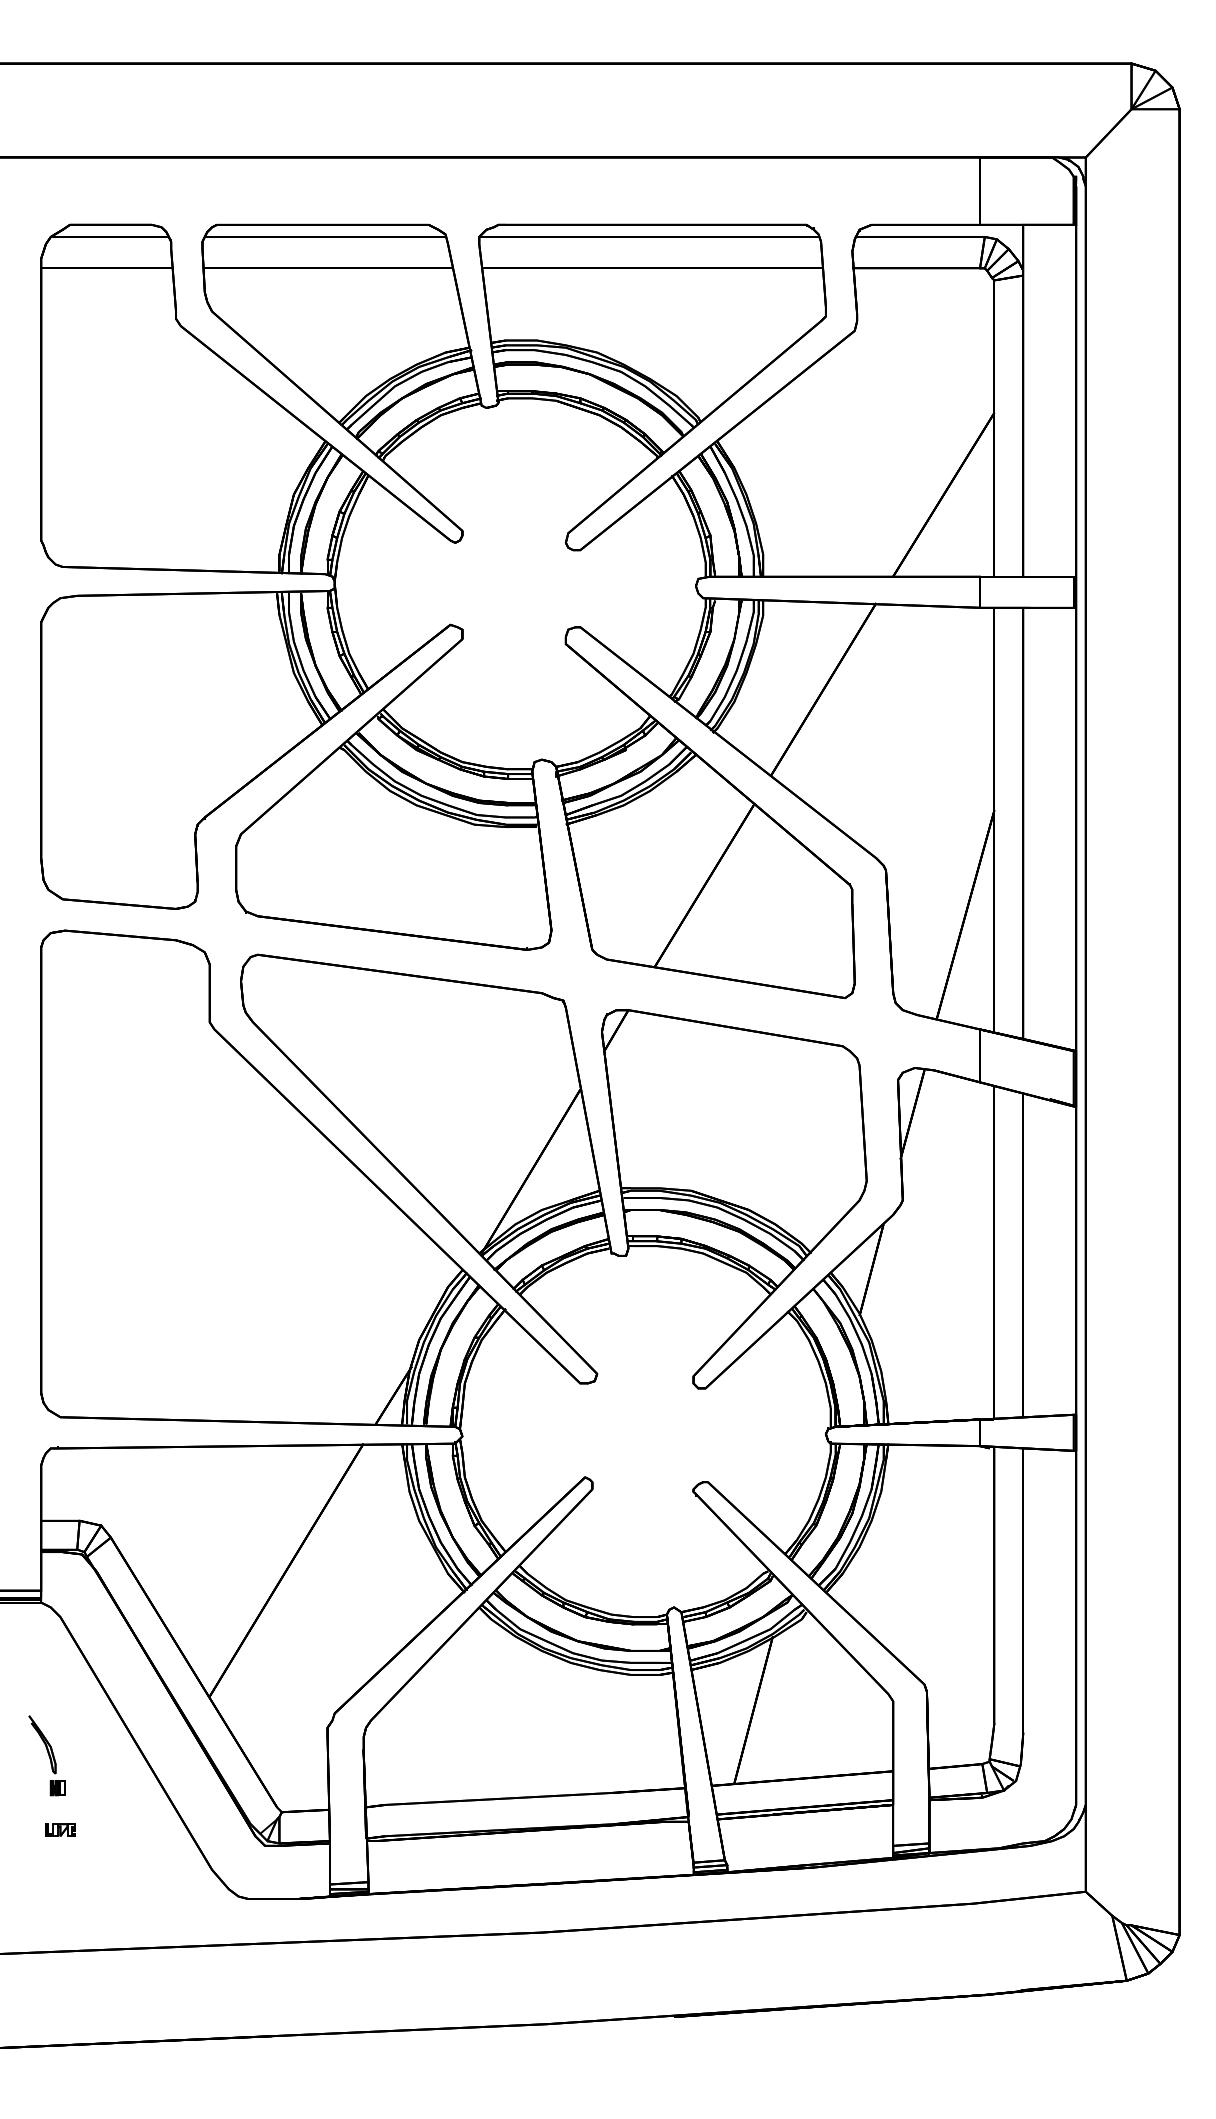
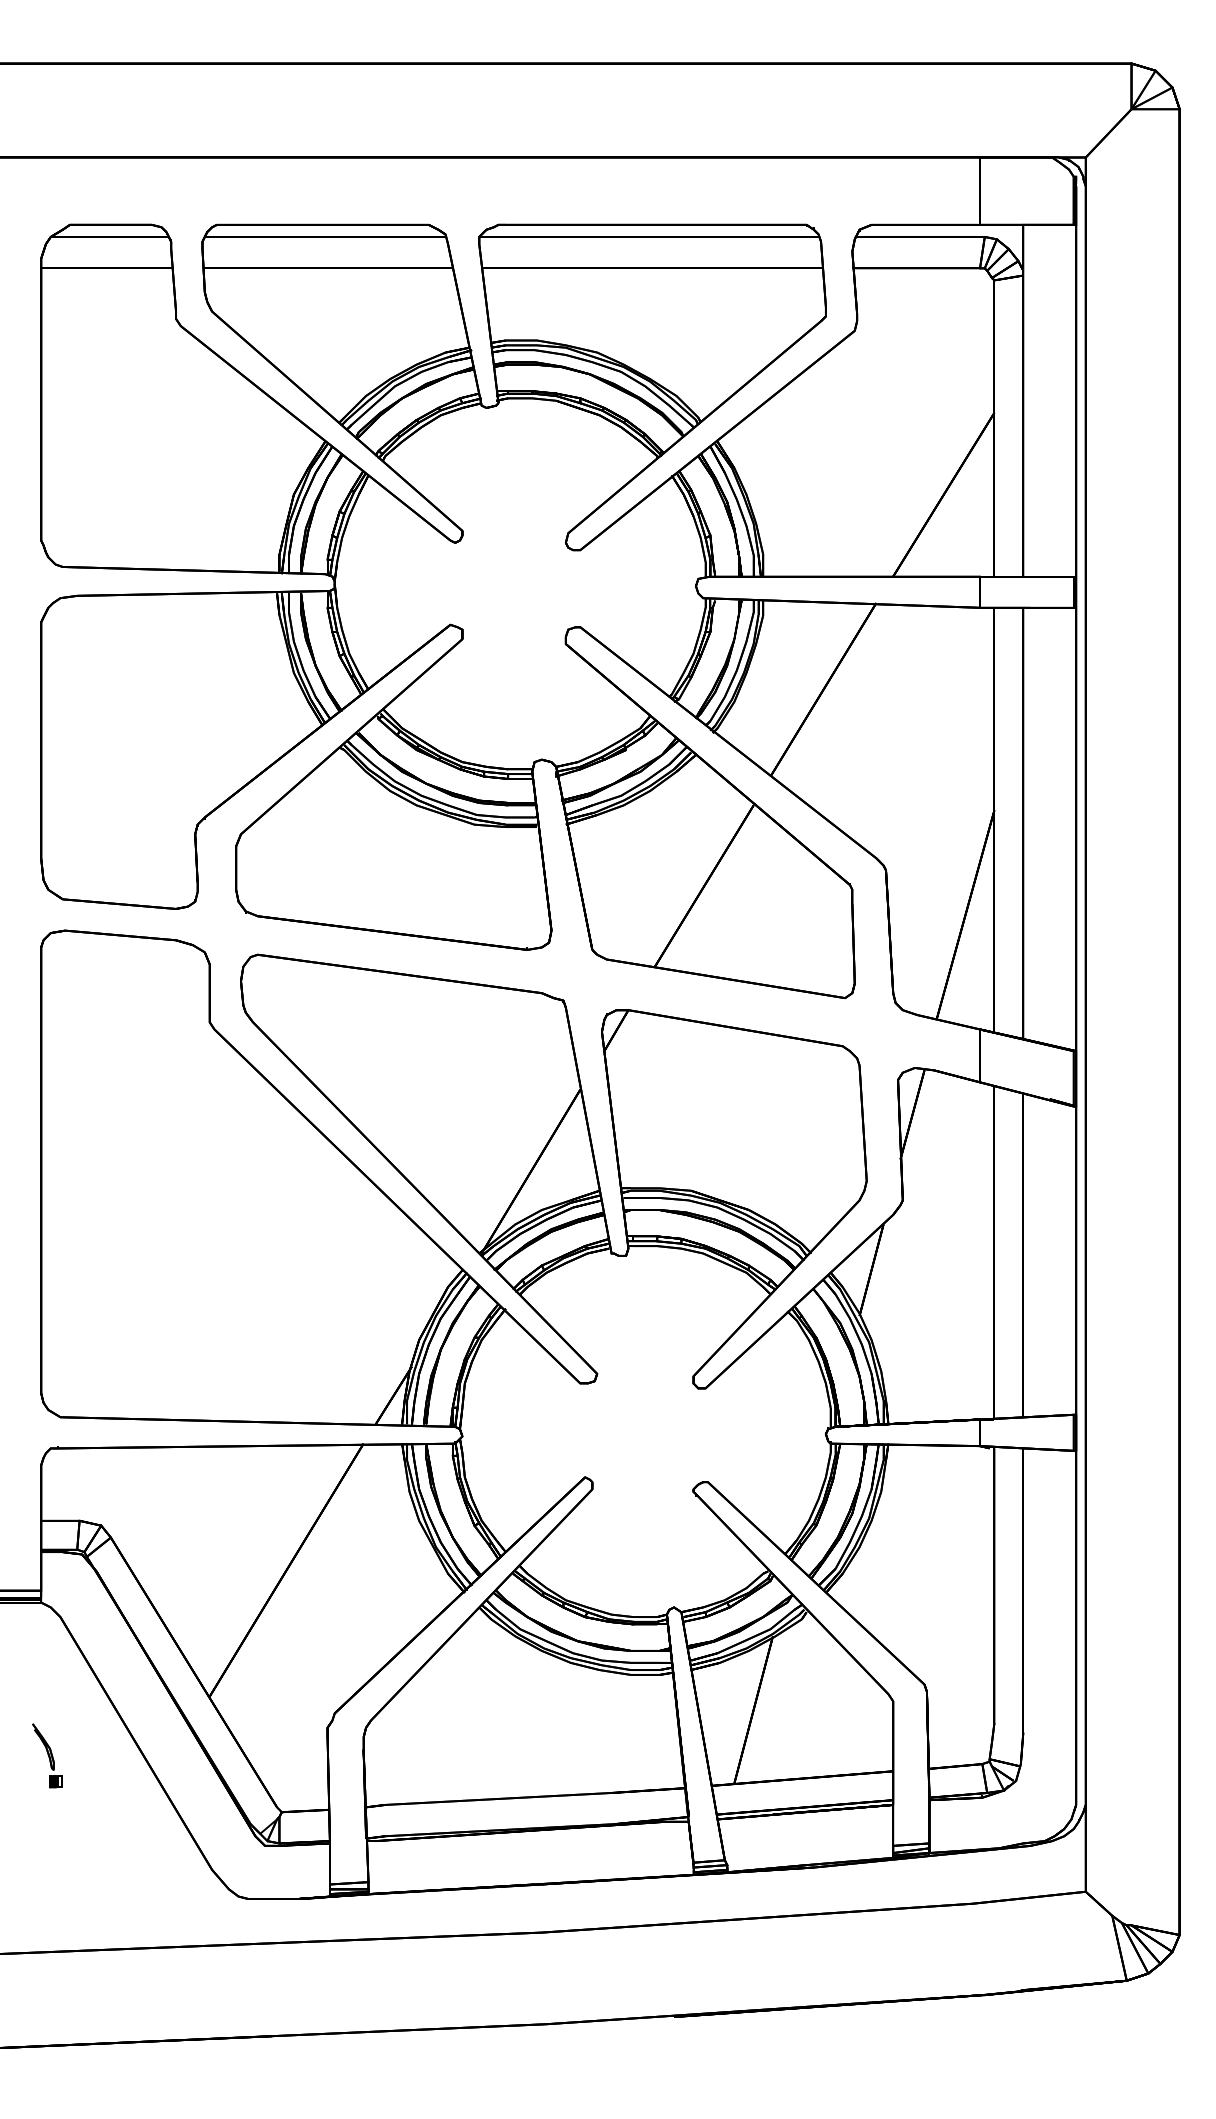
part at (46, 1755) size: 38x82 px -> 31x66 px
part at (60, 1829): present -> none
